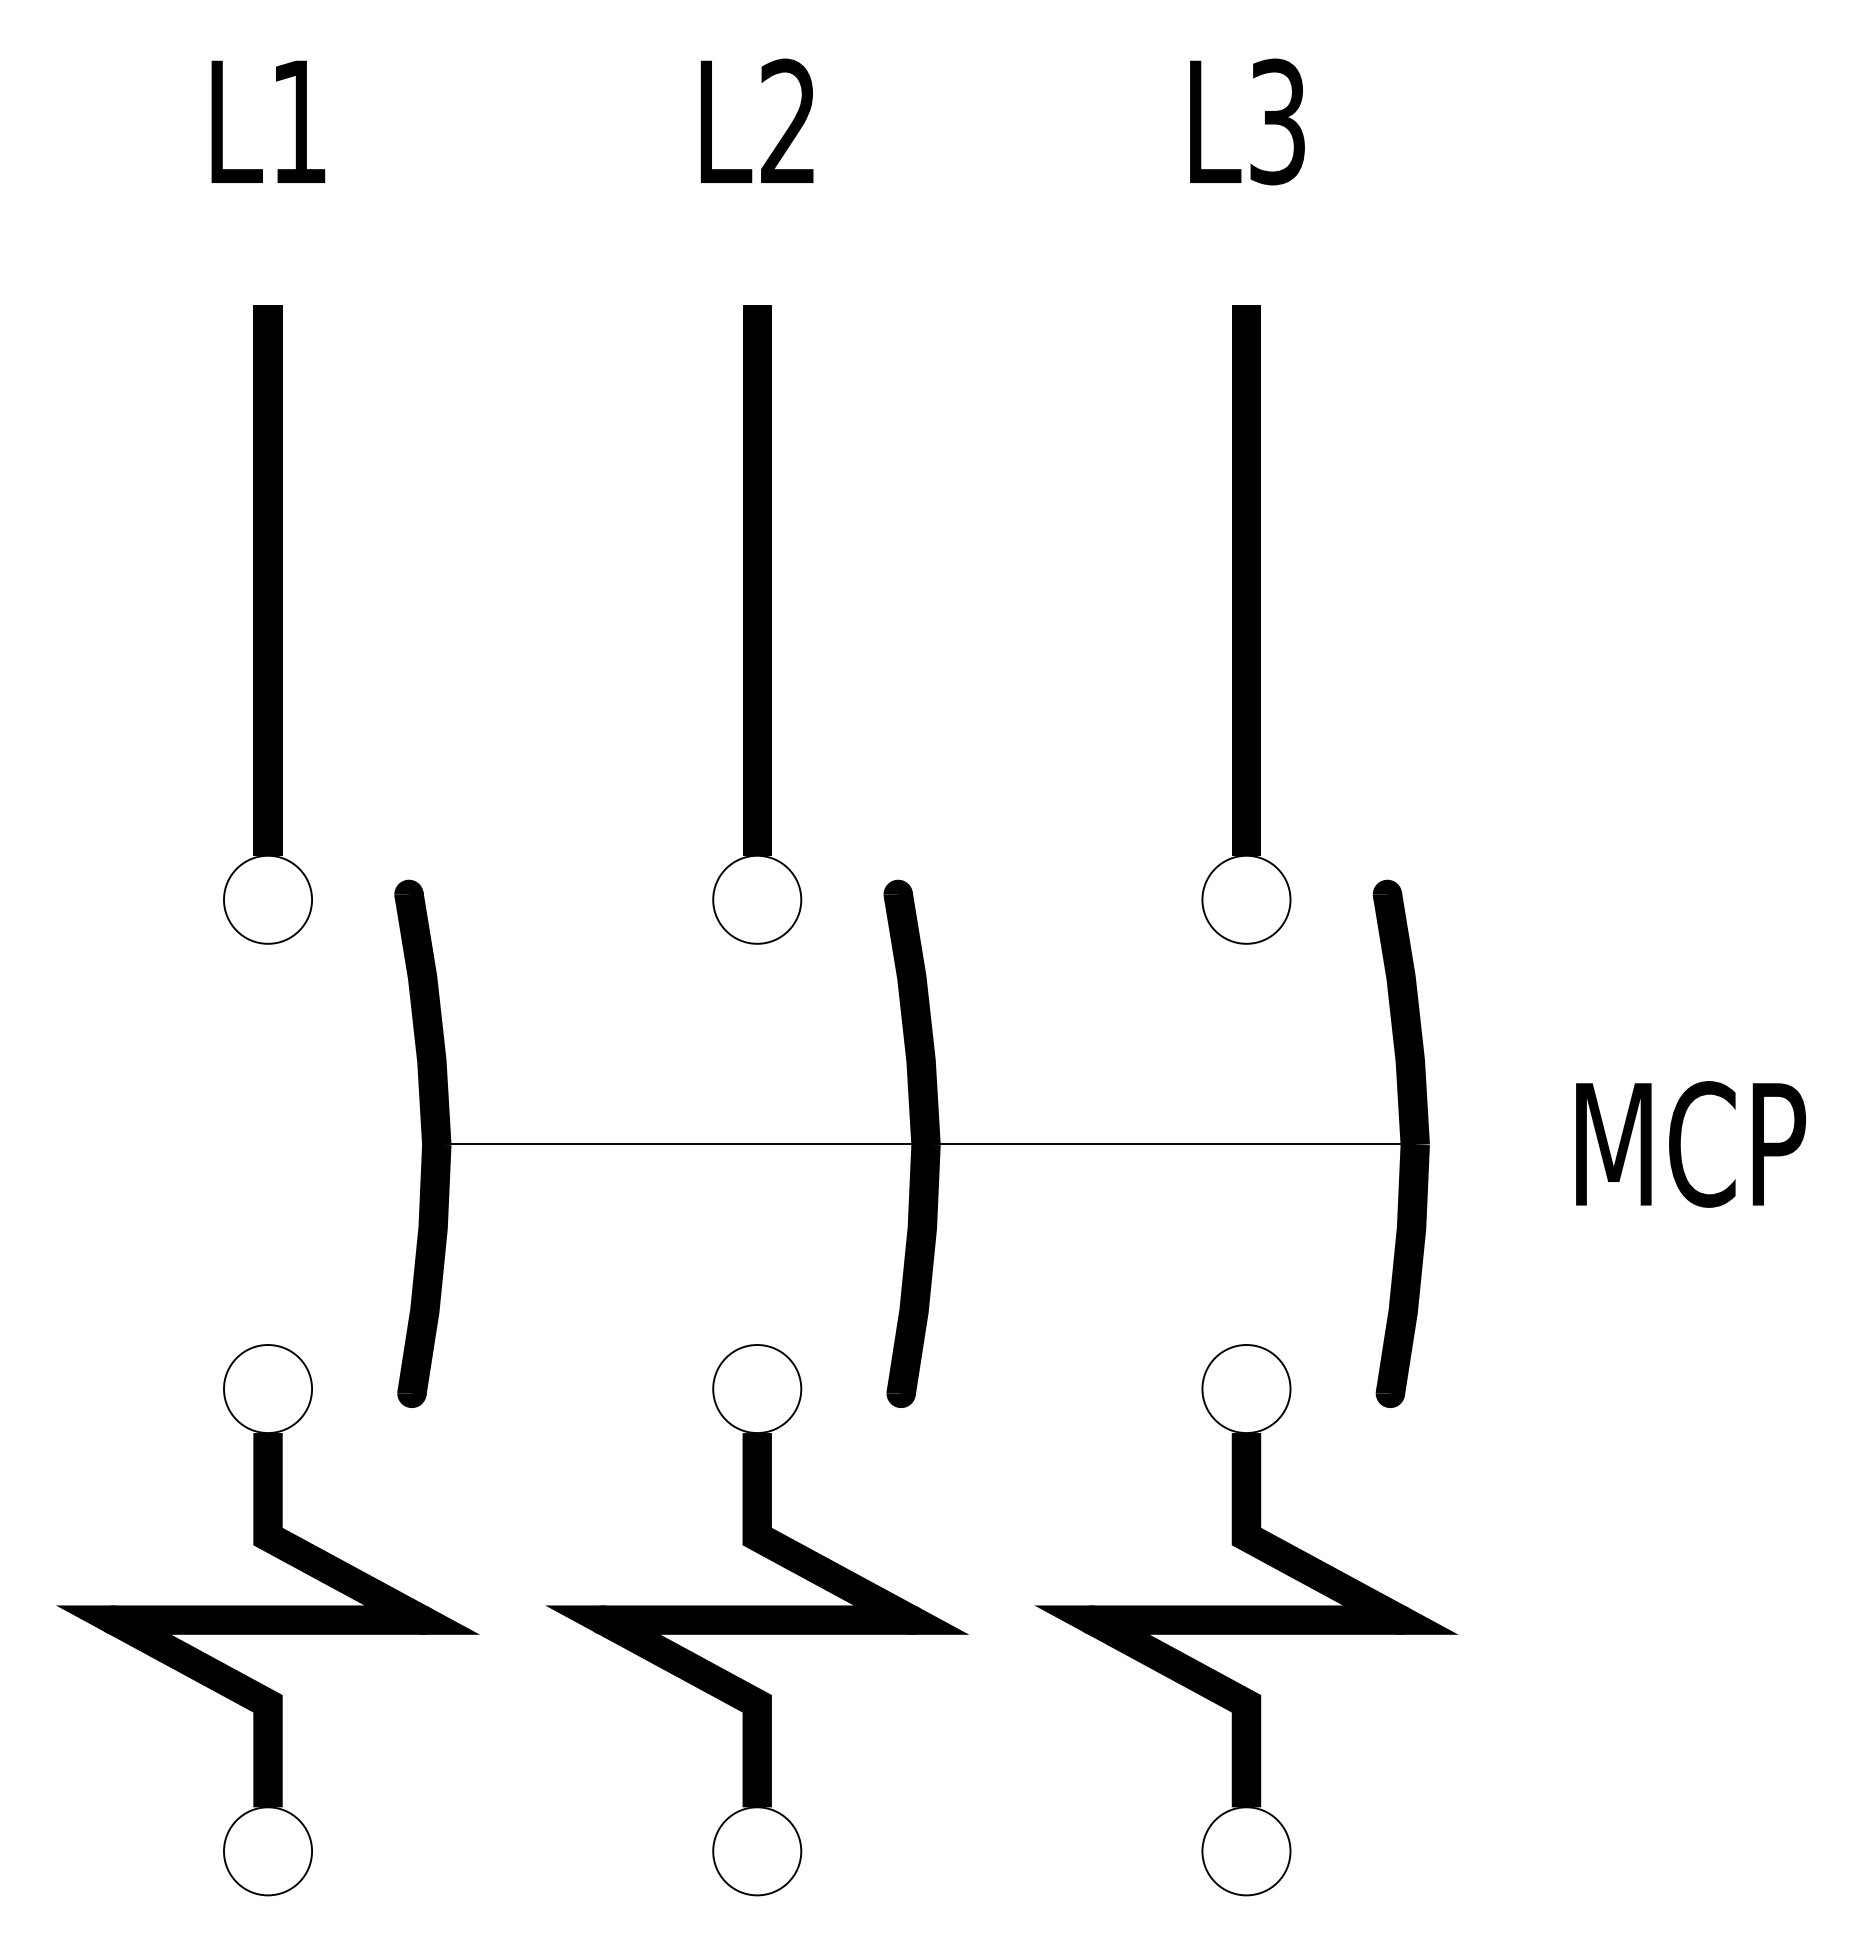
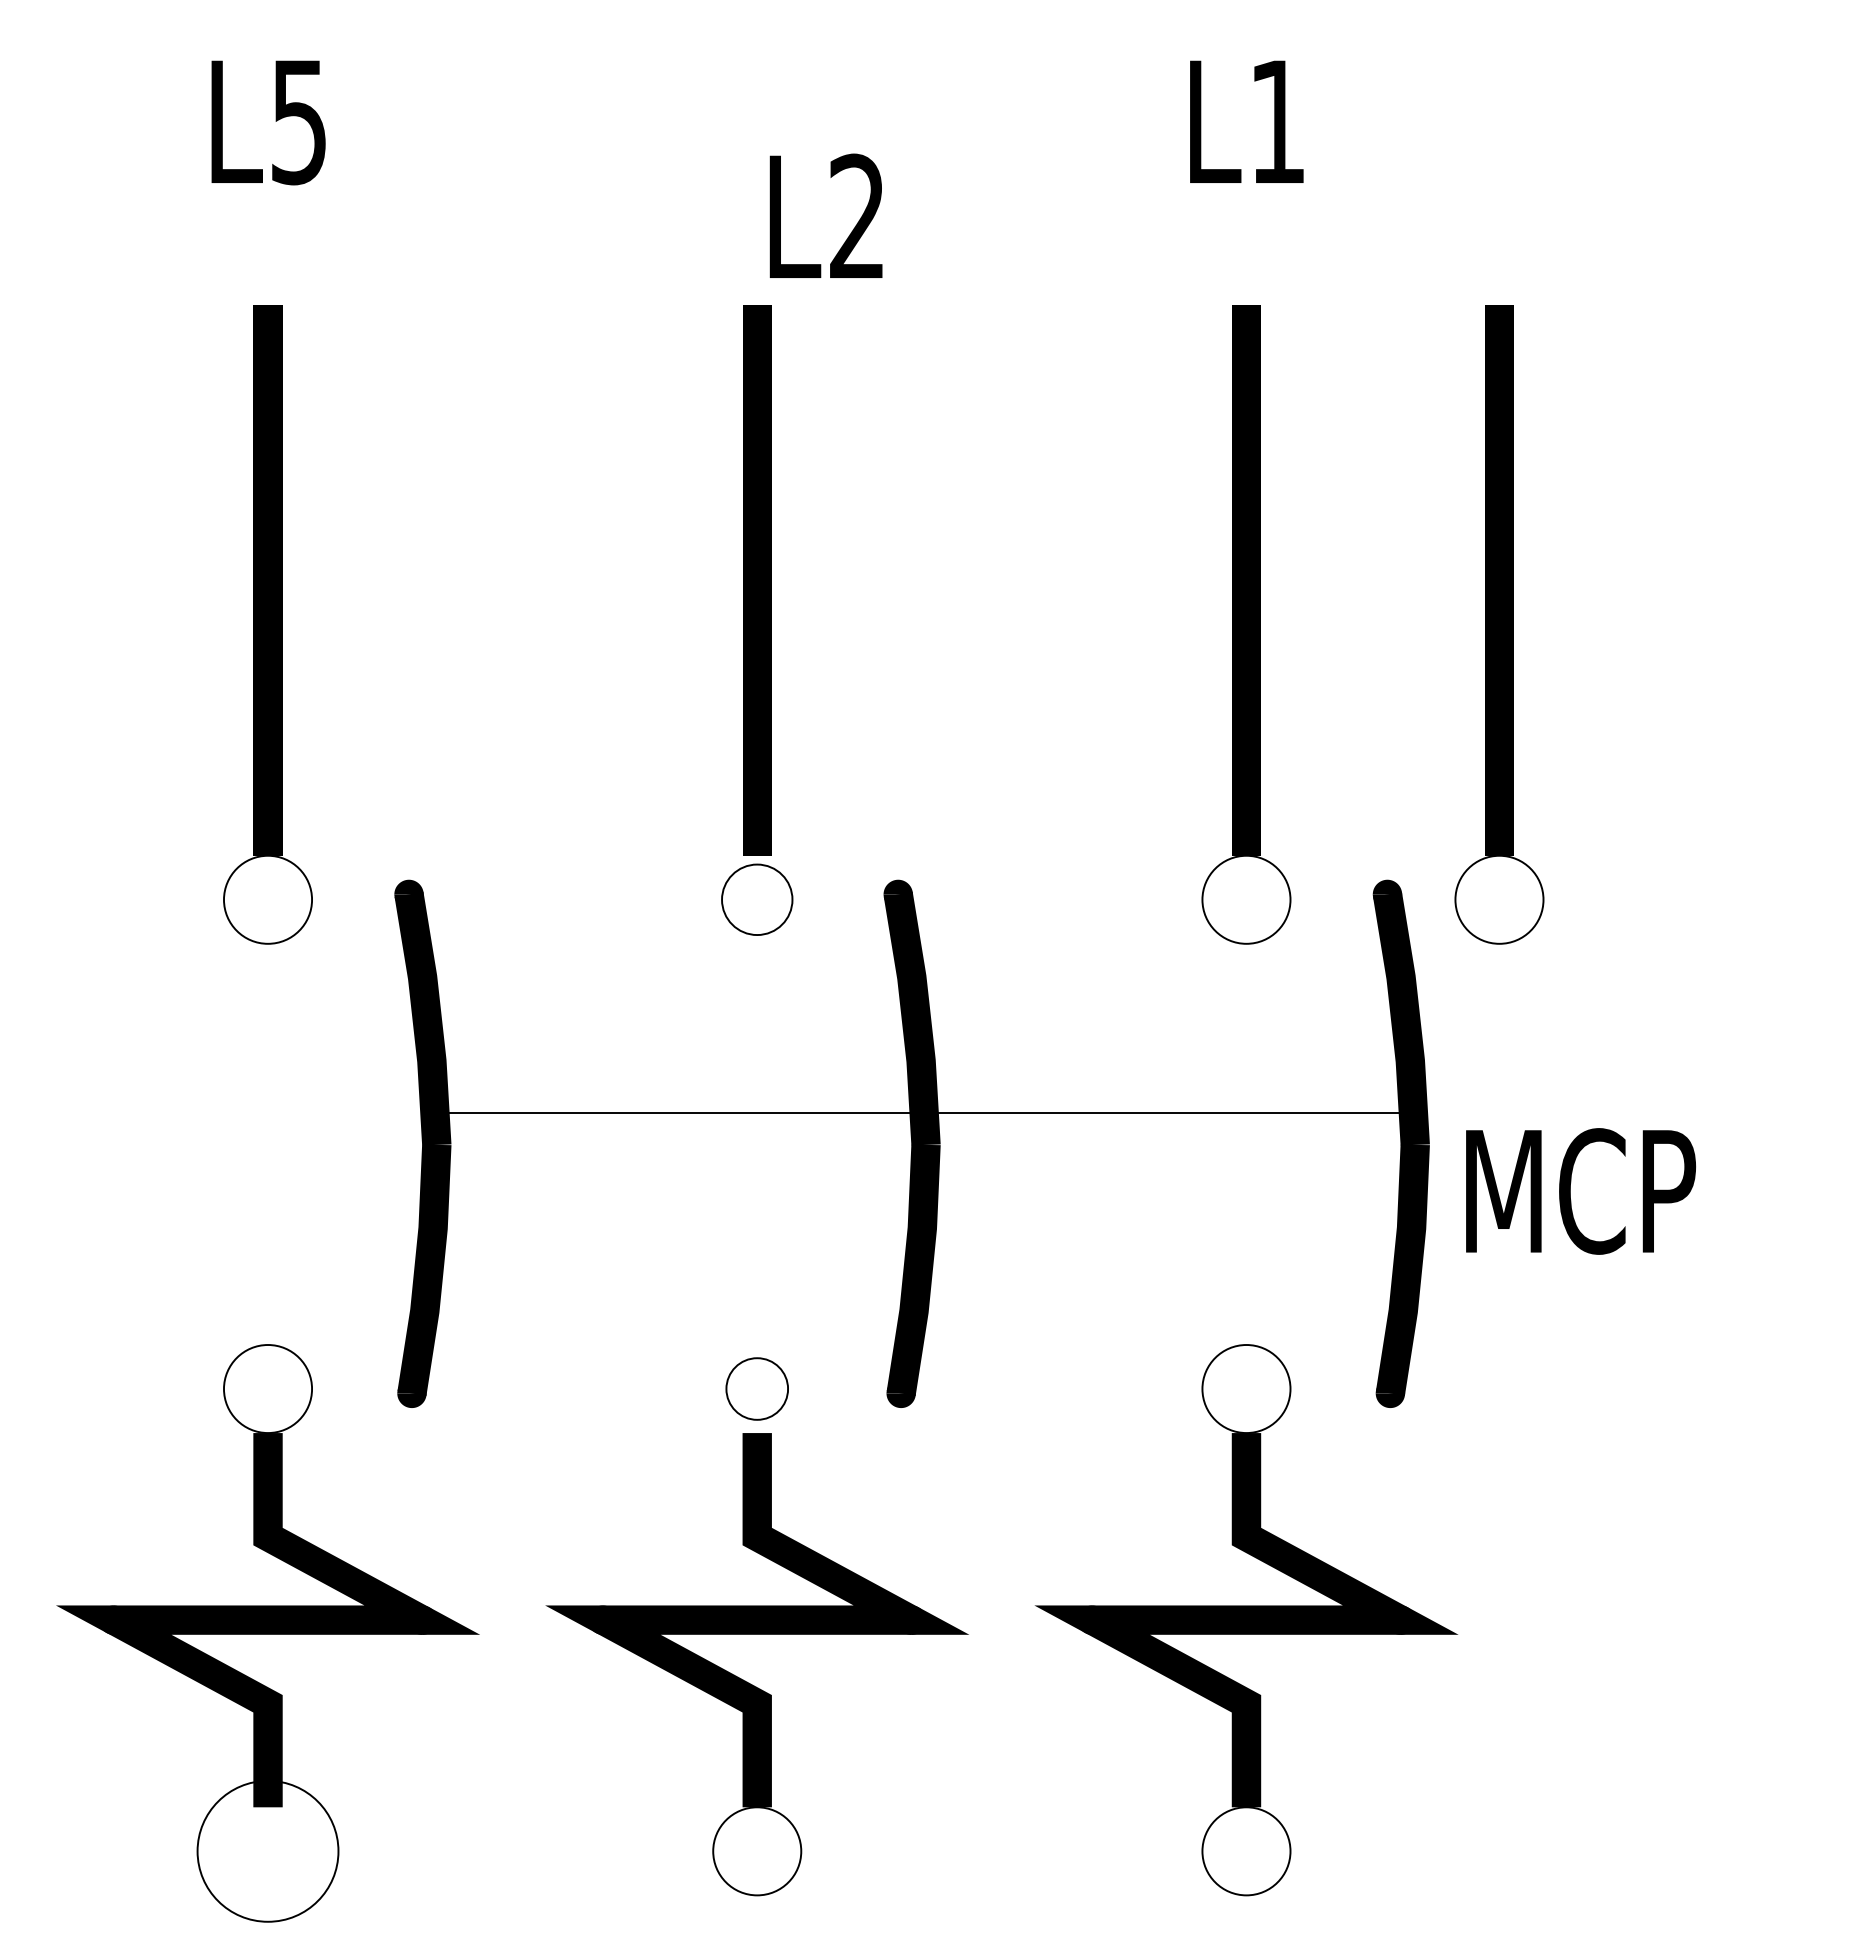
text at (756, 120) position: (756, 120) -> (825, 215)
text at (1277, 121): L3 -> L1
text at (298, 122): L1 -> L5
part at (1499, 624): none -> present
circle at (757, 899) diameter: 88 px -> 70 px
line at (925, 1144) position: (925, 1144) -> (925, 1113)
text at (1690, 1144) position: (1690, 1144) -> (1580, 1191)
circle at (757, 1389) diameter: 88 px -> 62 px
circle at (268, 1851) diameter: 88 px -> 141 px
